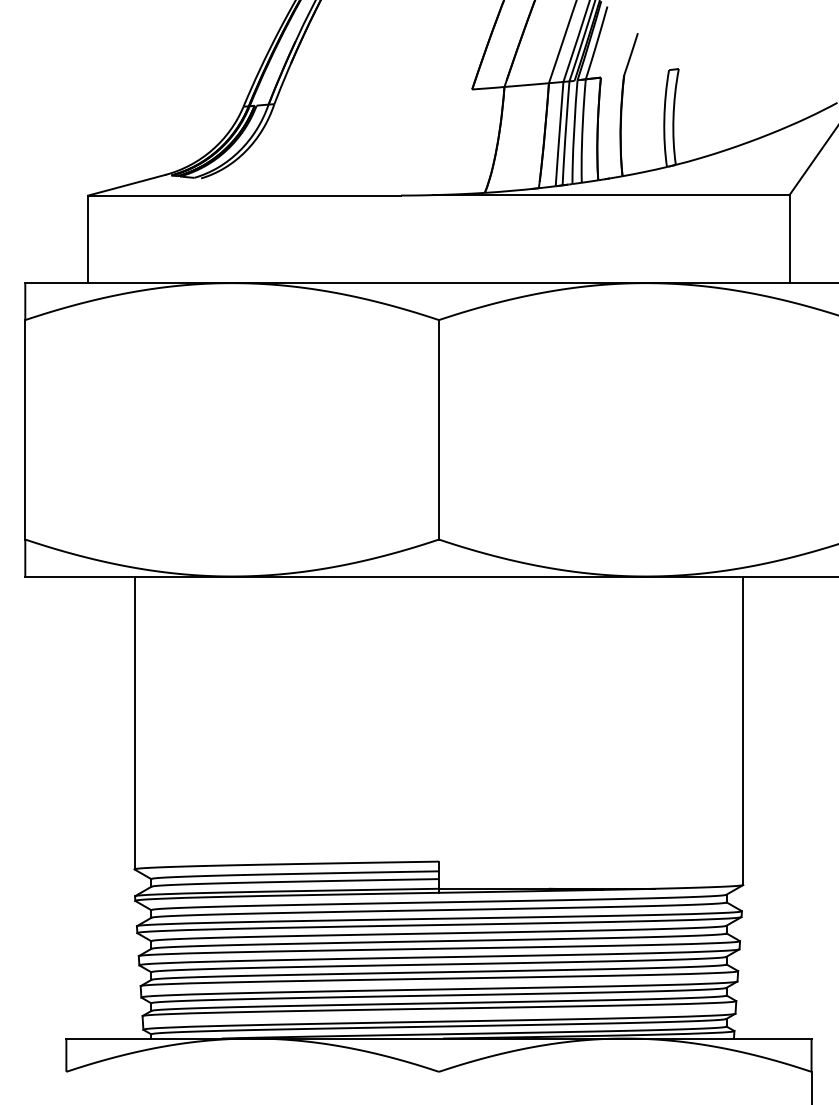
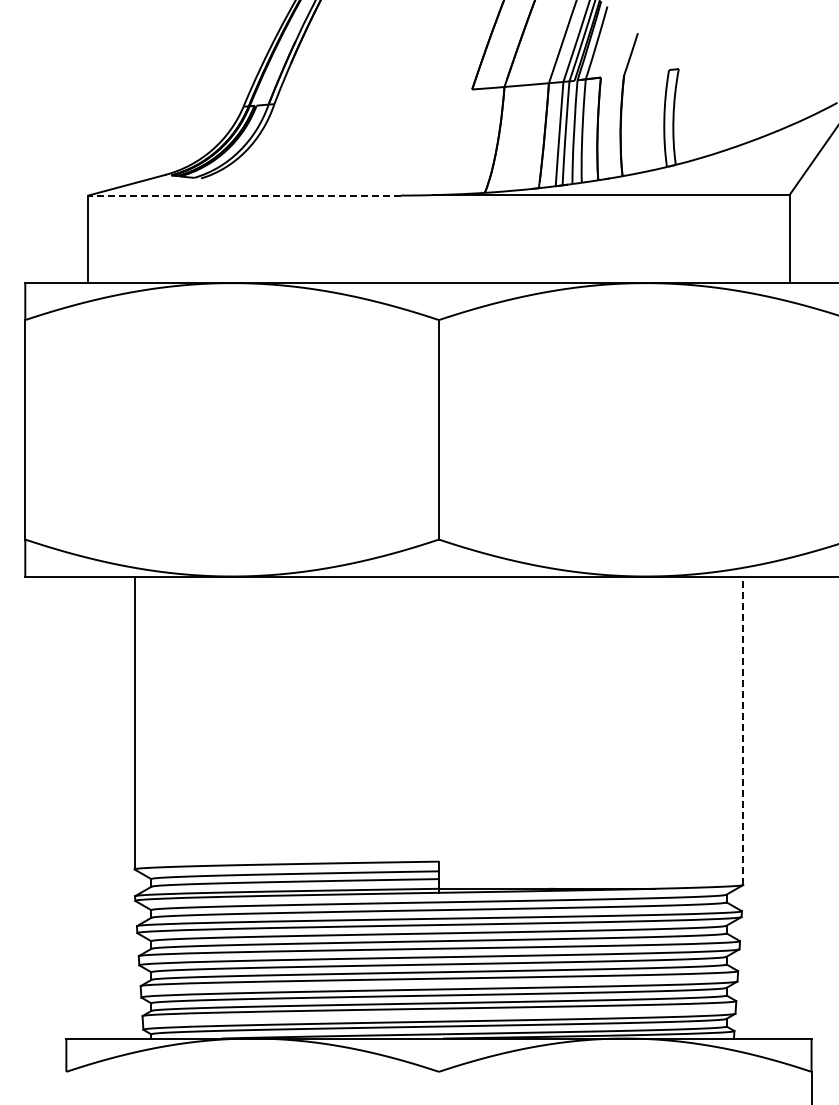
line at (244, 195): solid -> dashed
line at (743, 730): solid -> dashed
